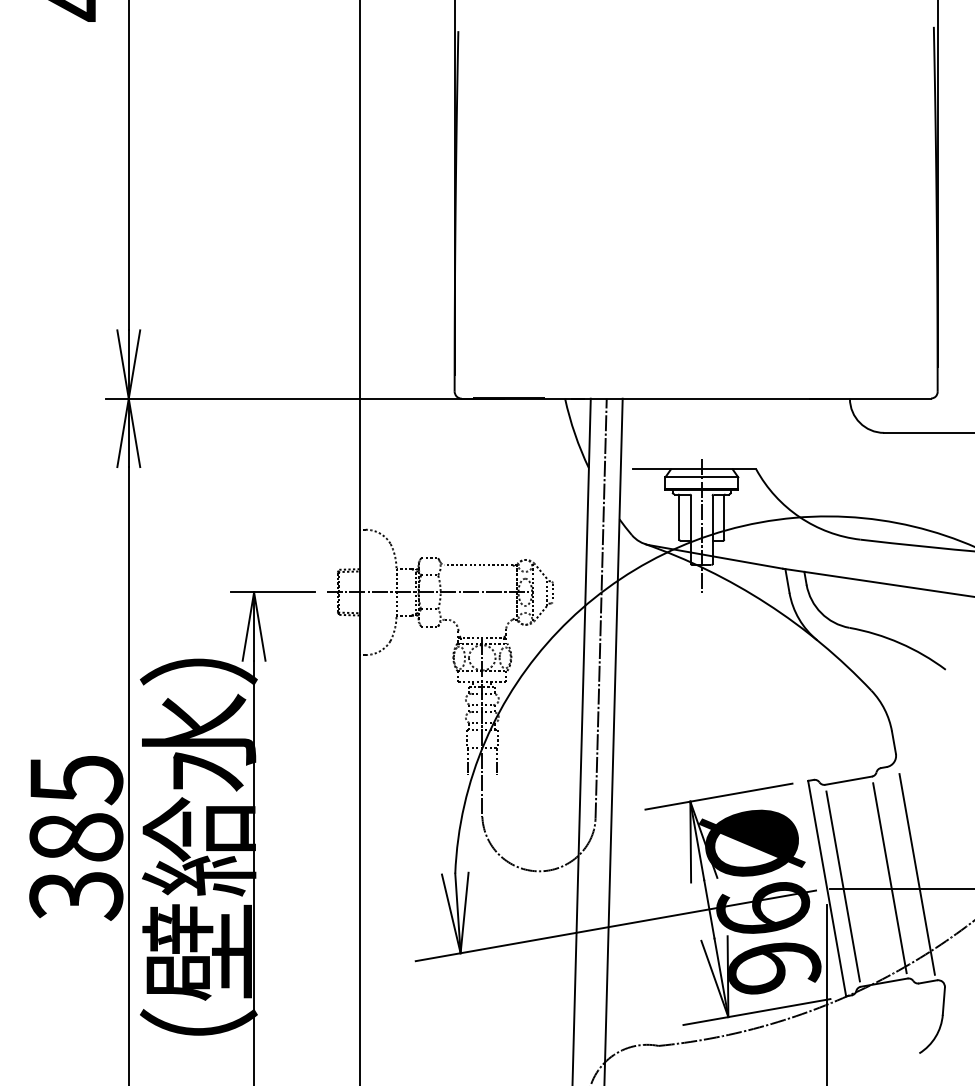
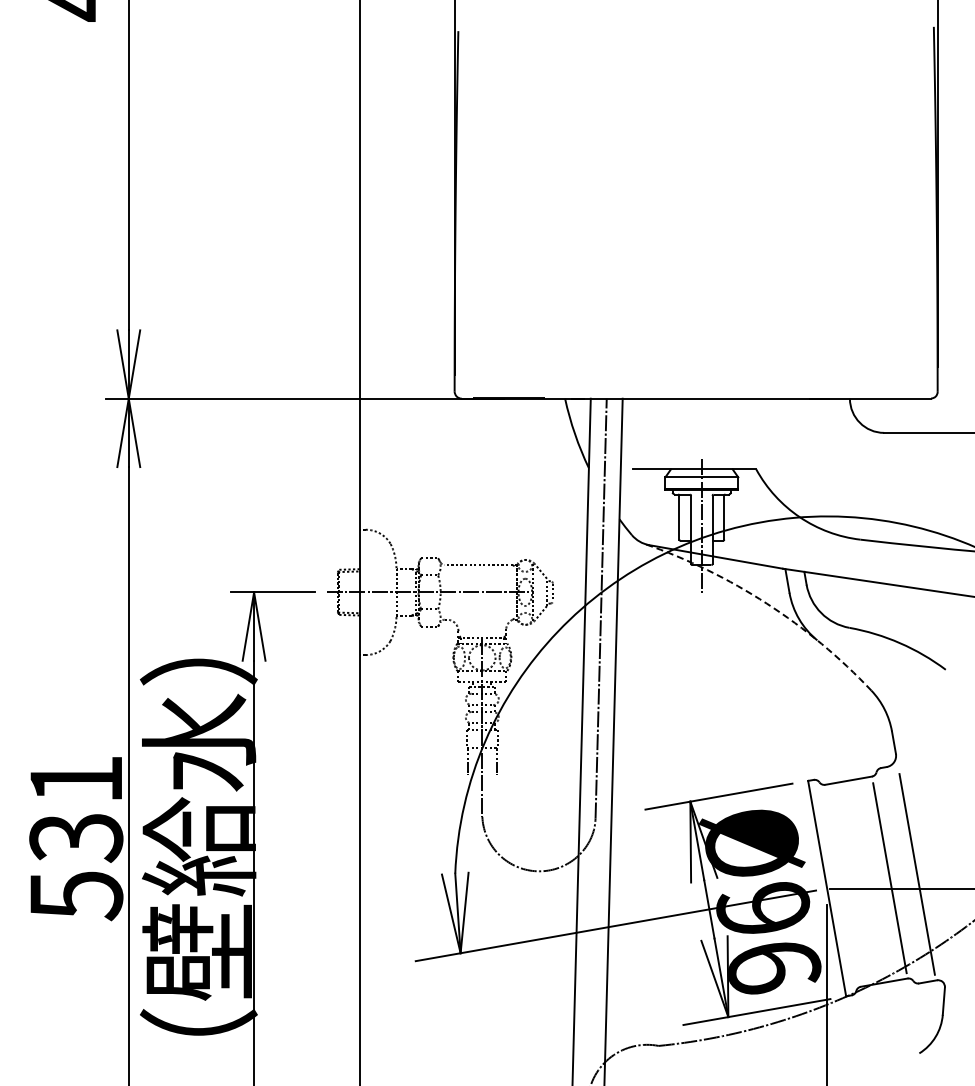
arc at (766, 603): solid -> dashed
text at (76, 838): 385 -> 531
line at (842, 886): present -> none
